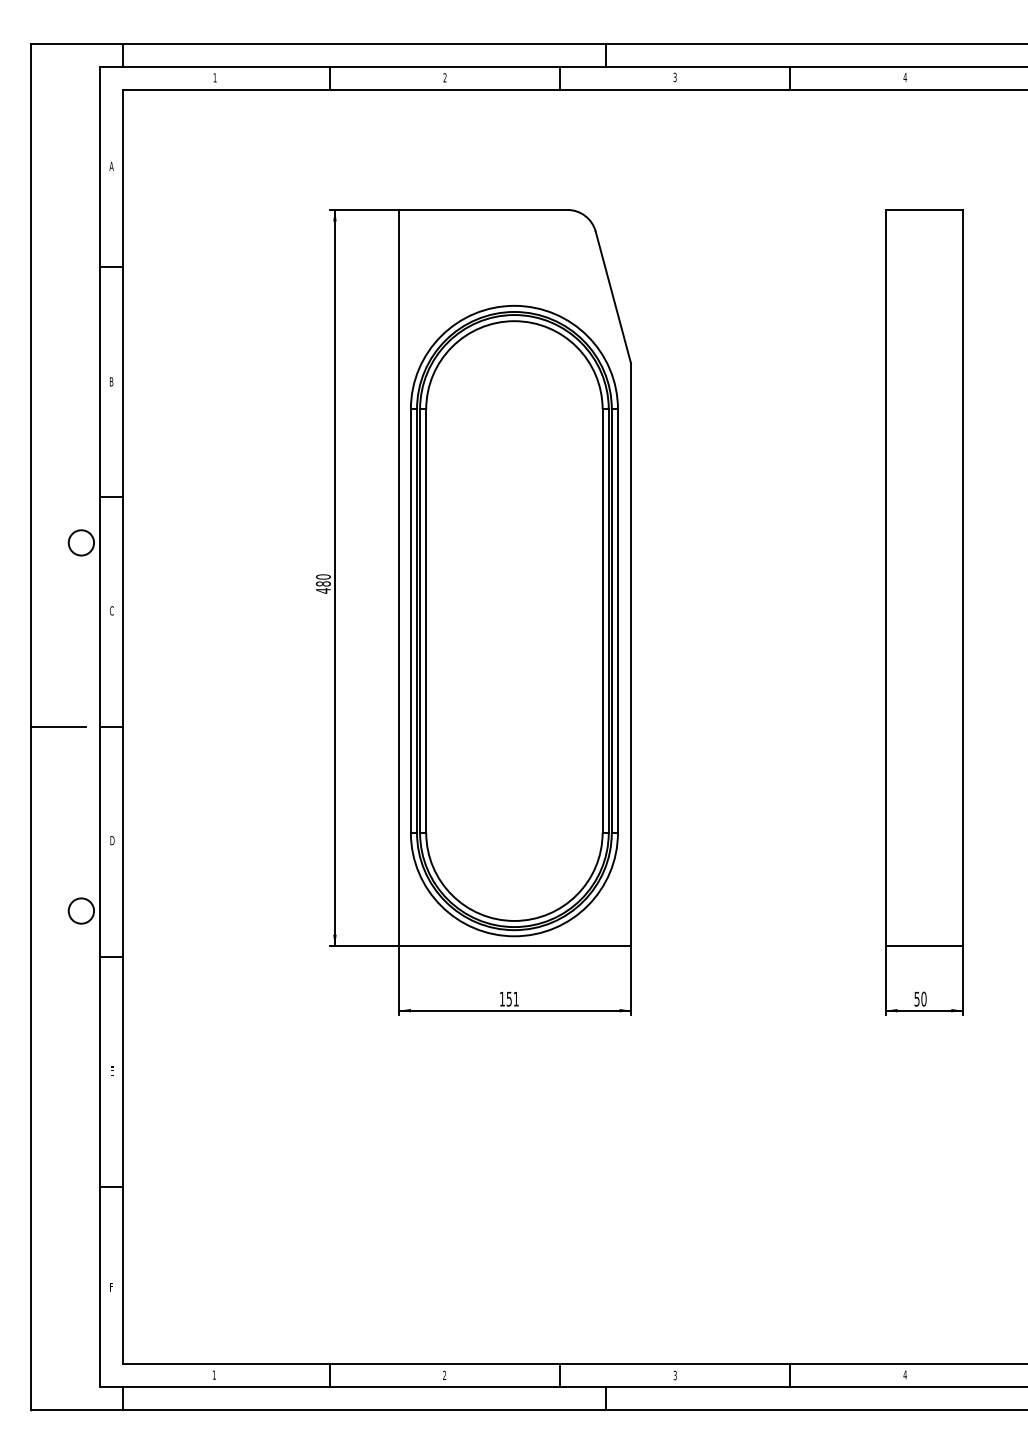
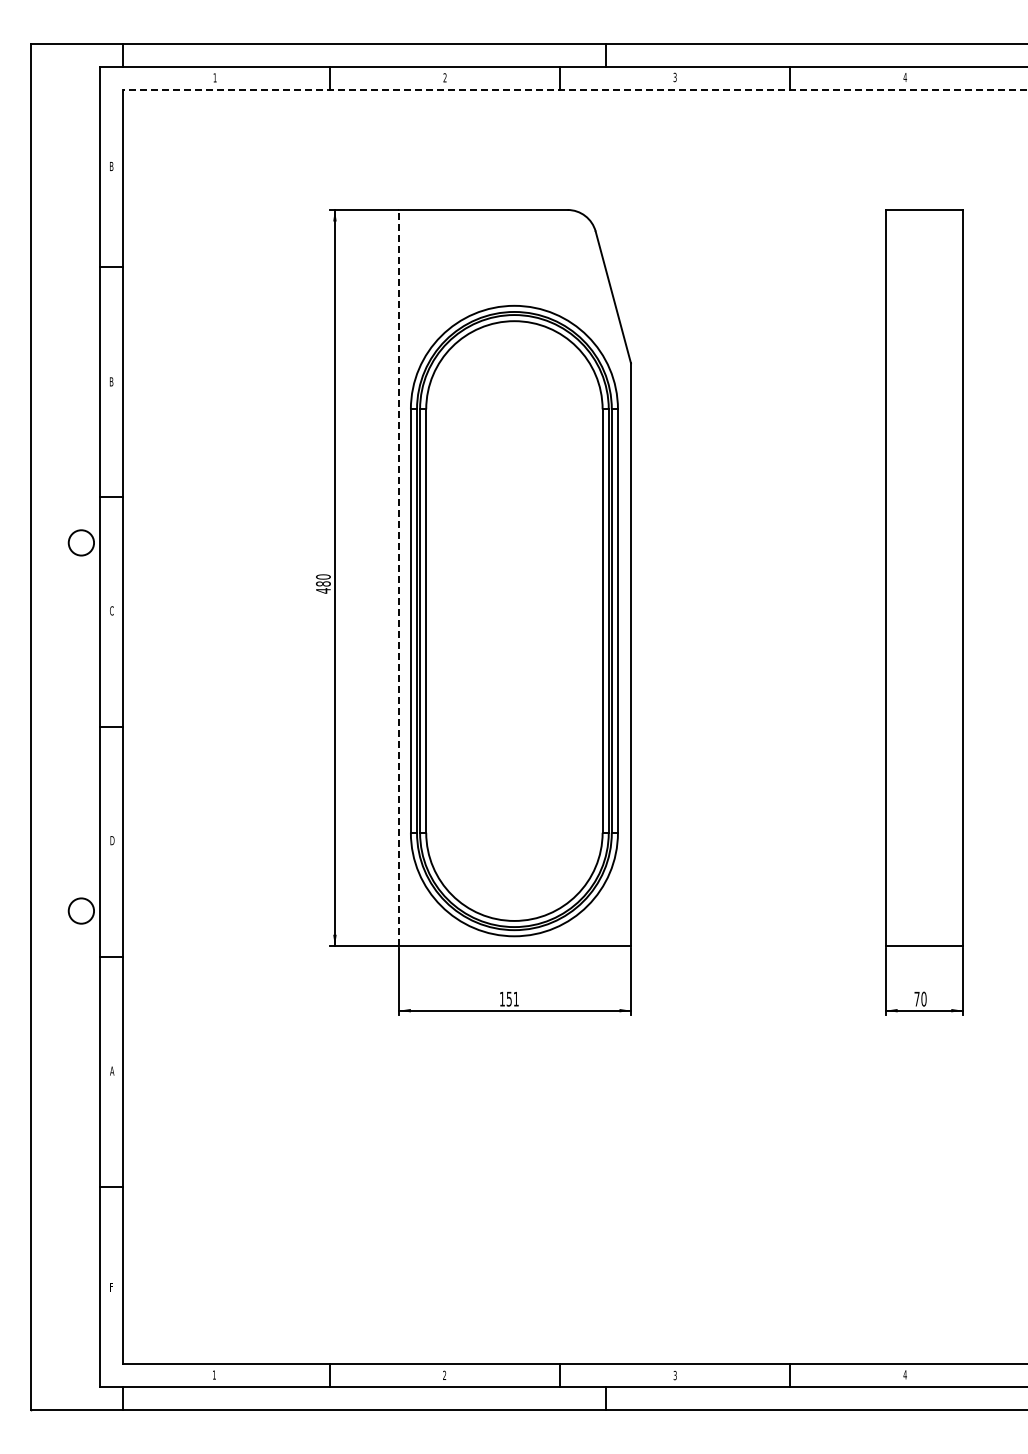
line at (574, 89): solid -> dashed
text at (111, 165): A -> B
line at (399, 577): solid -> dashed
line at (58, 727): present -> none
text at (916, 999): 50 -> 70
text at (112, 1070): E -> A
